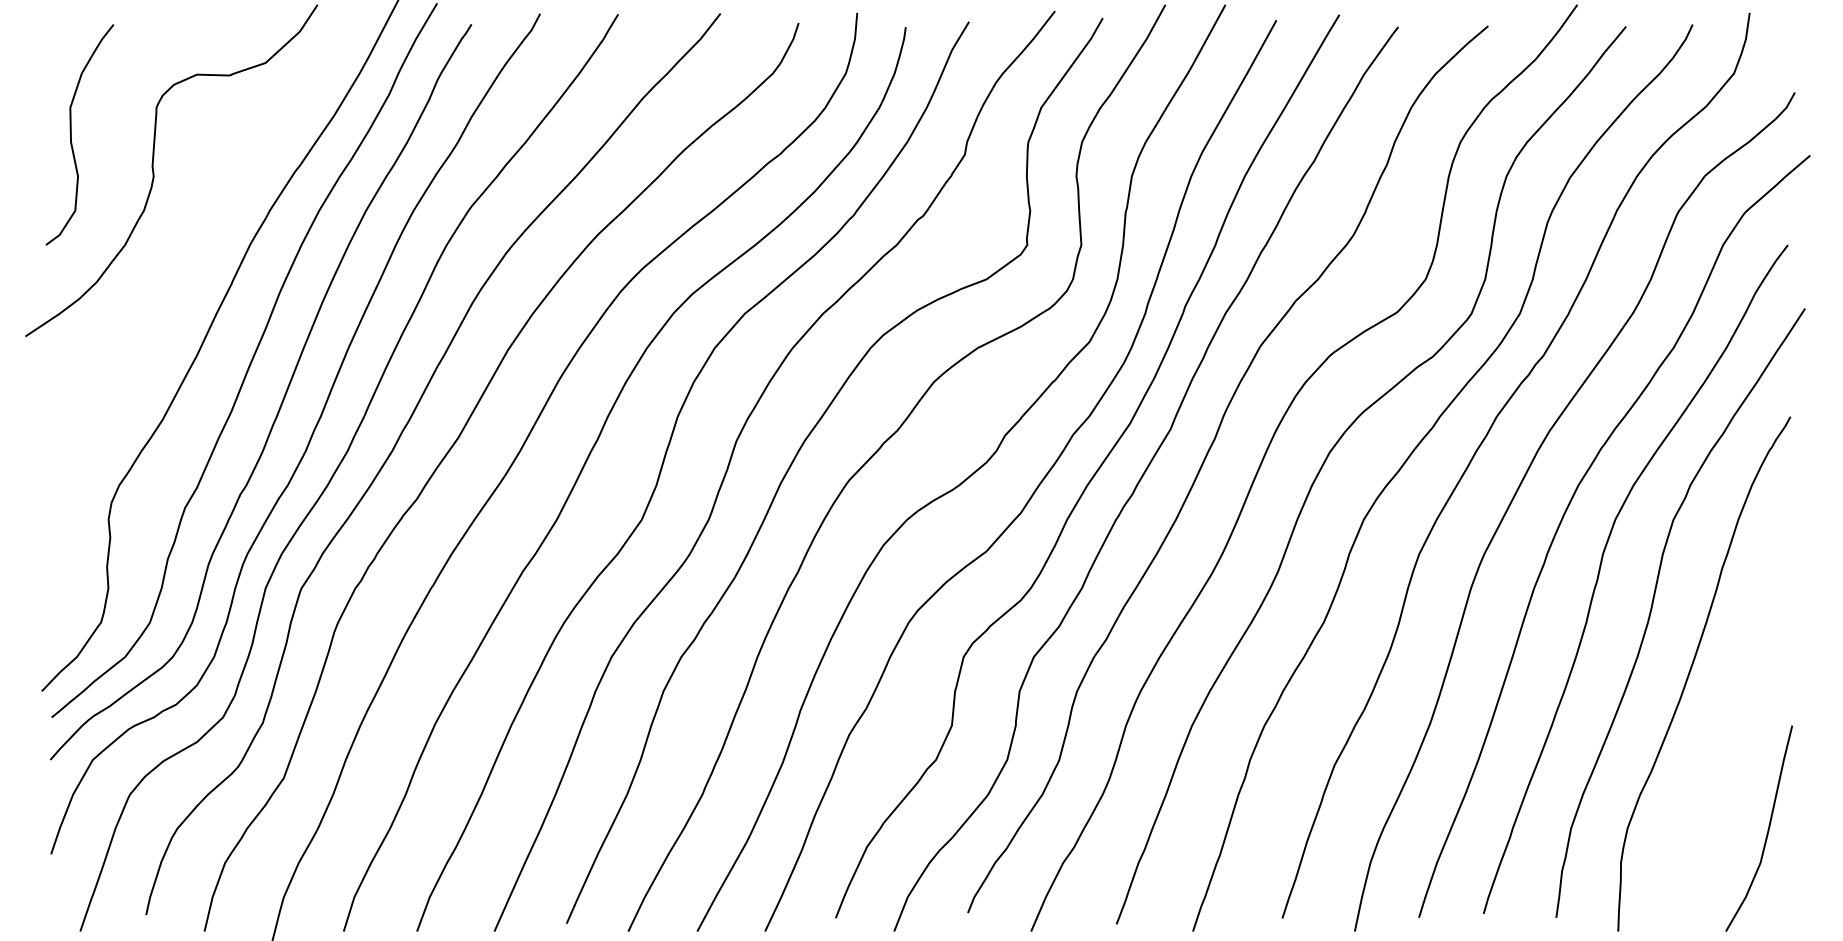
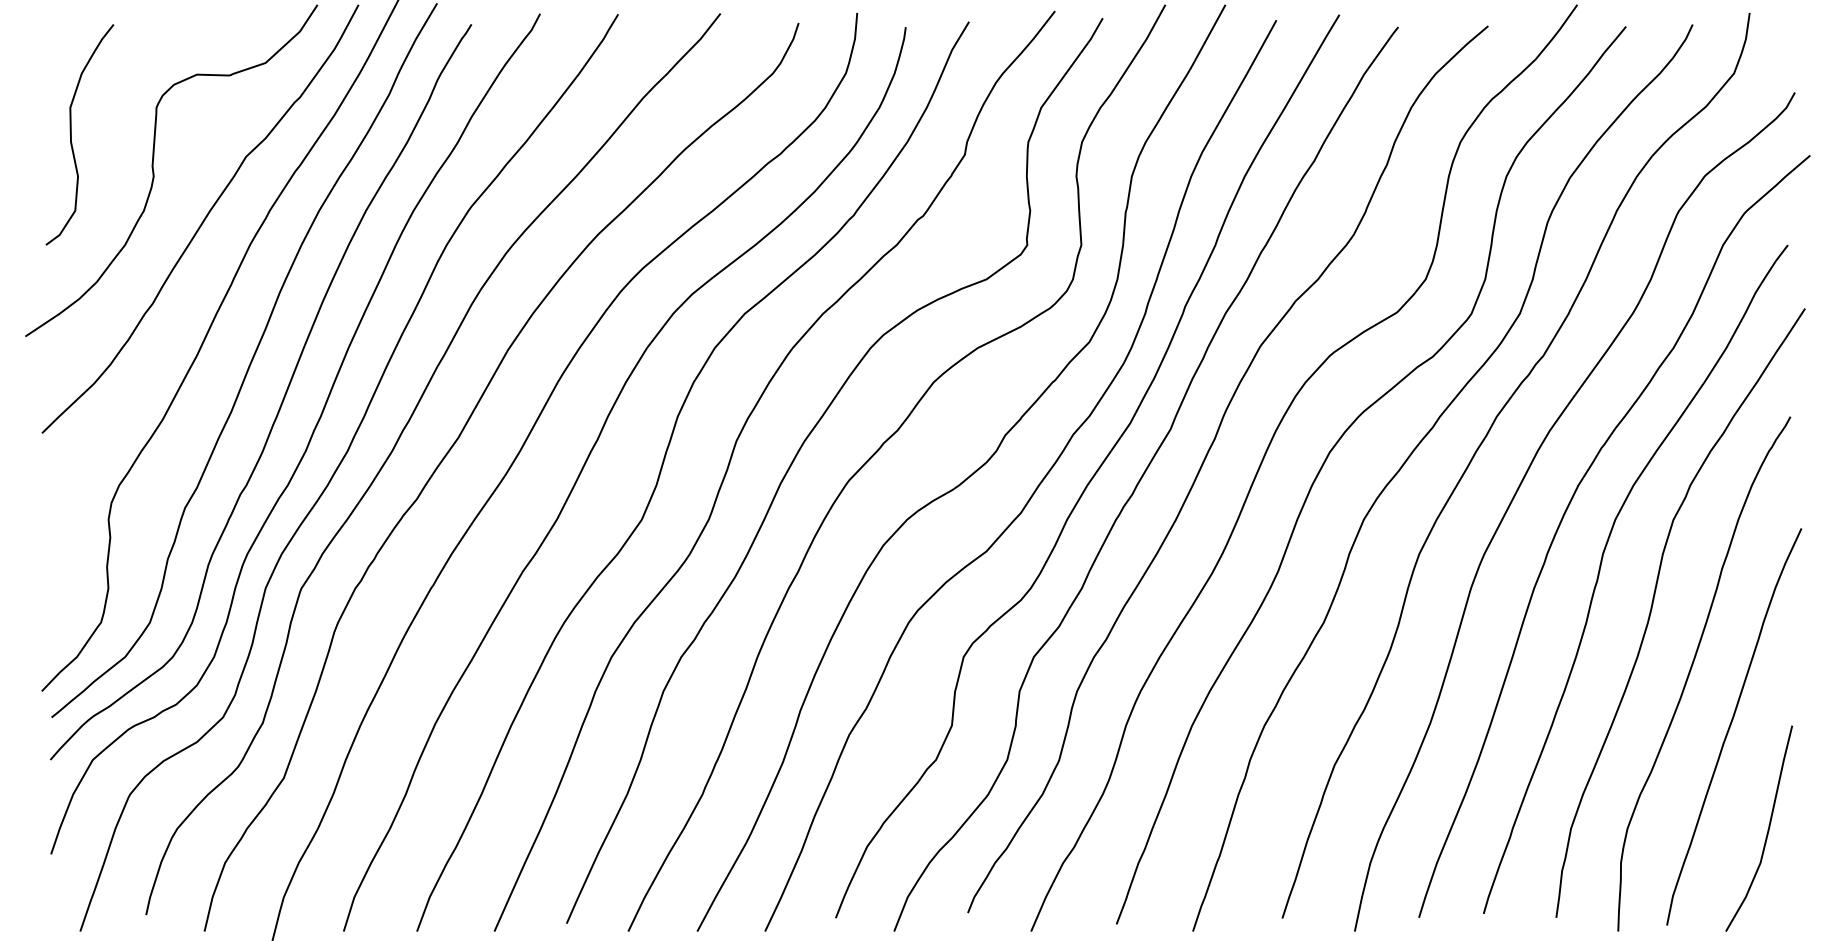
curve at (203, 219): none -> present
curve at (1731, 725): none -> present
